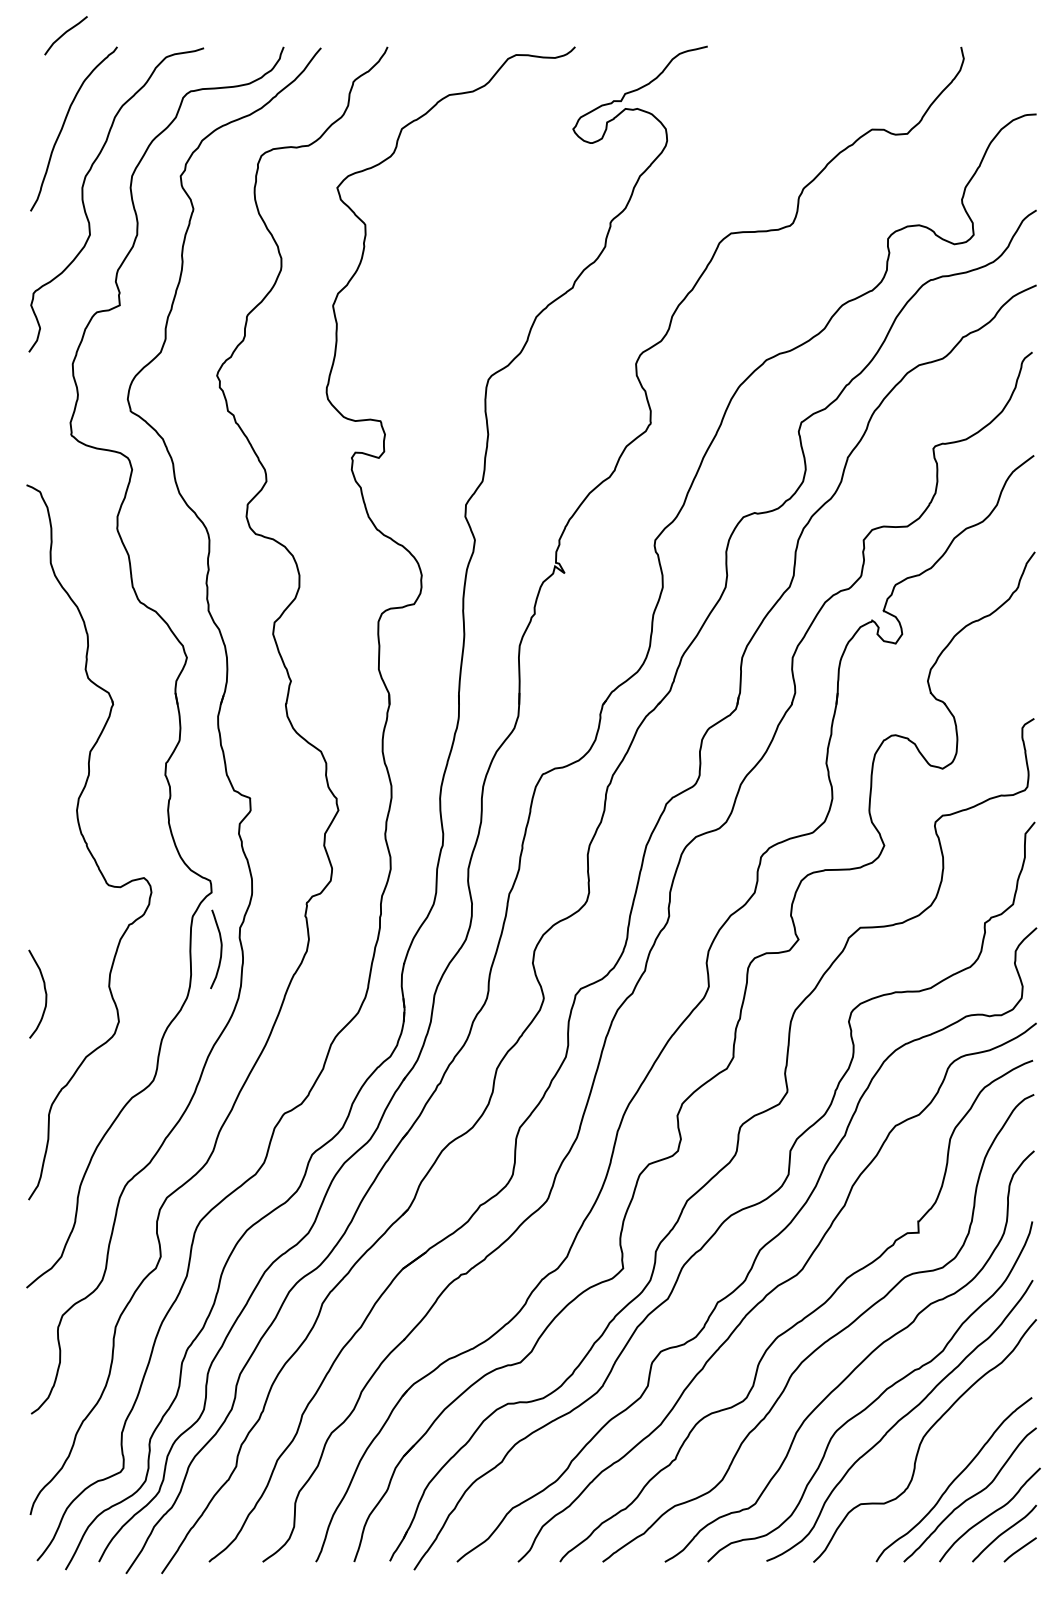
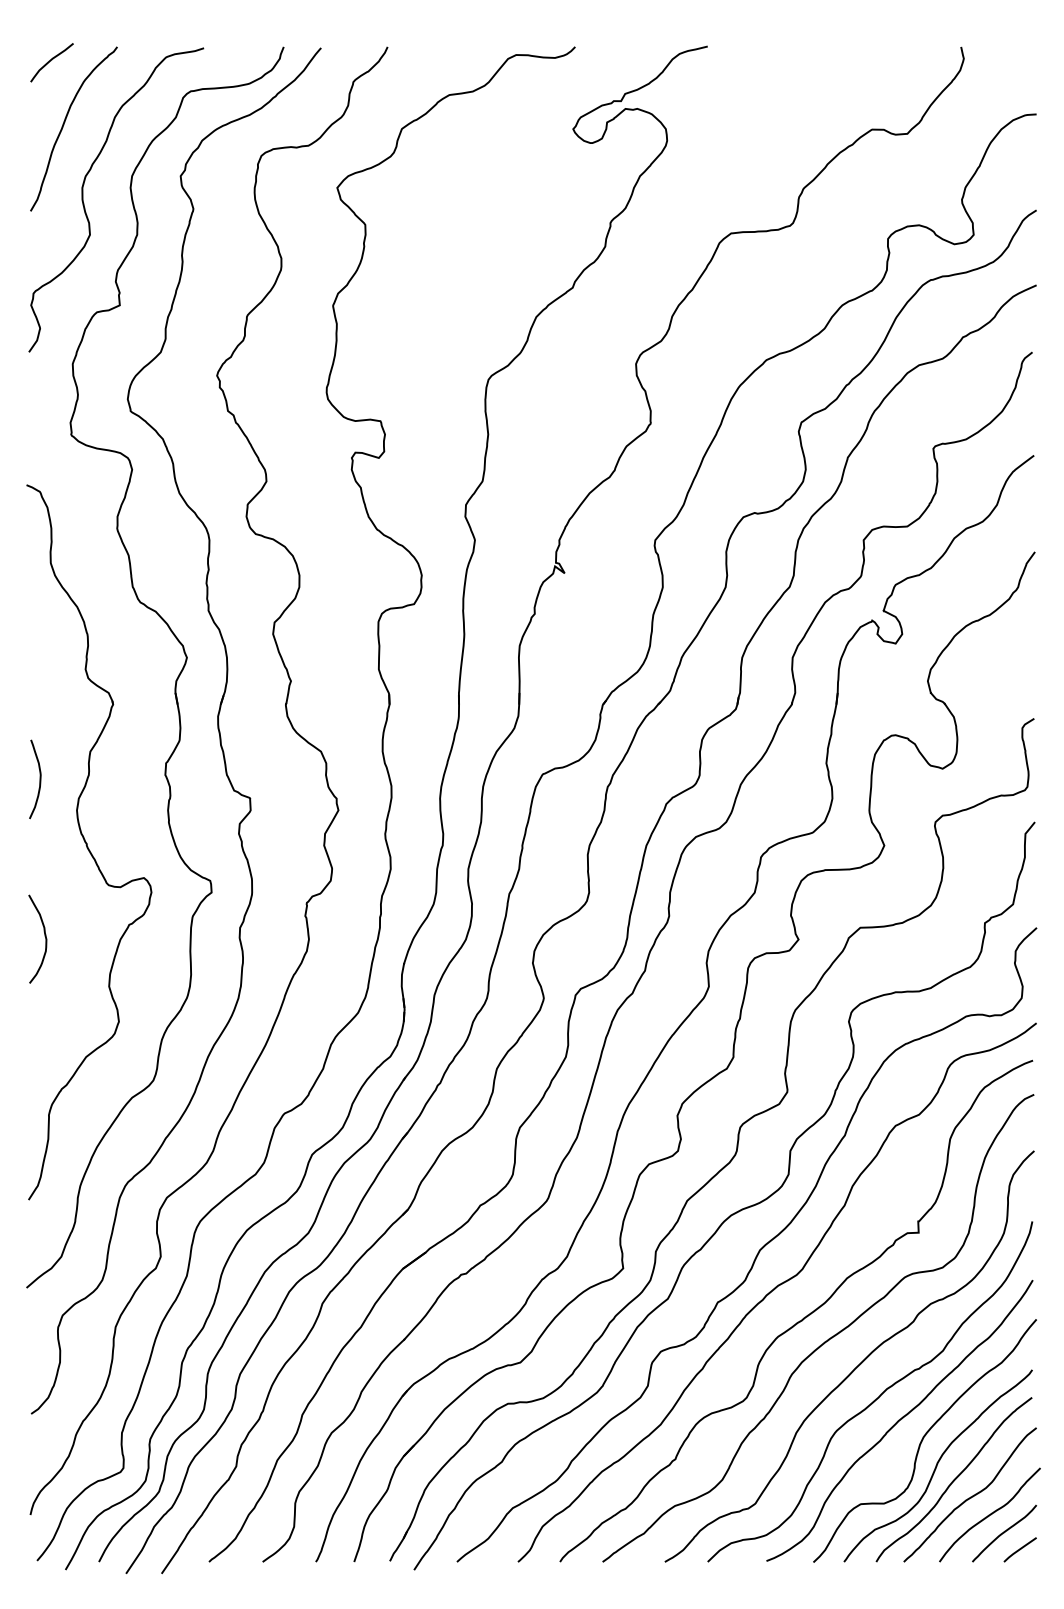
curve at (64, 34) position: (64, 34) -> (50, 61)
curve at (220, 949) position: (220, 949) -> (39, 779)
curve at (44, 991) position: (44, 991) -> (44, 936)
curve at (937, 1465): none -> present
